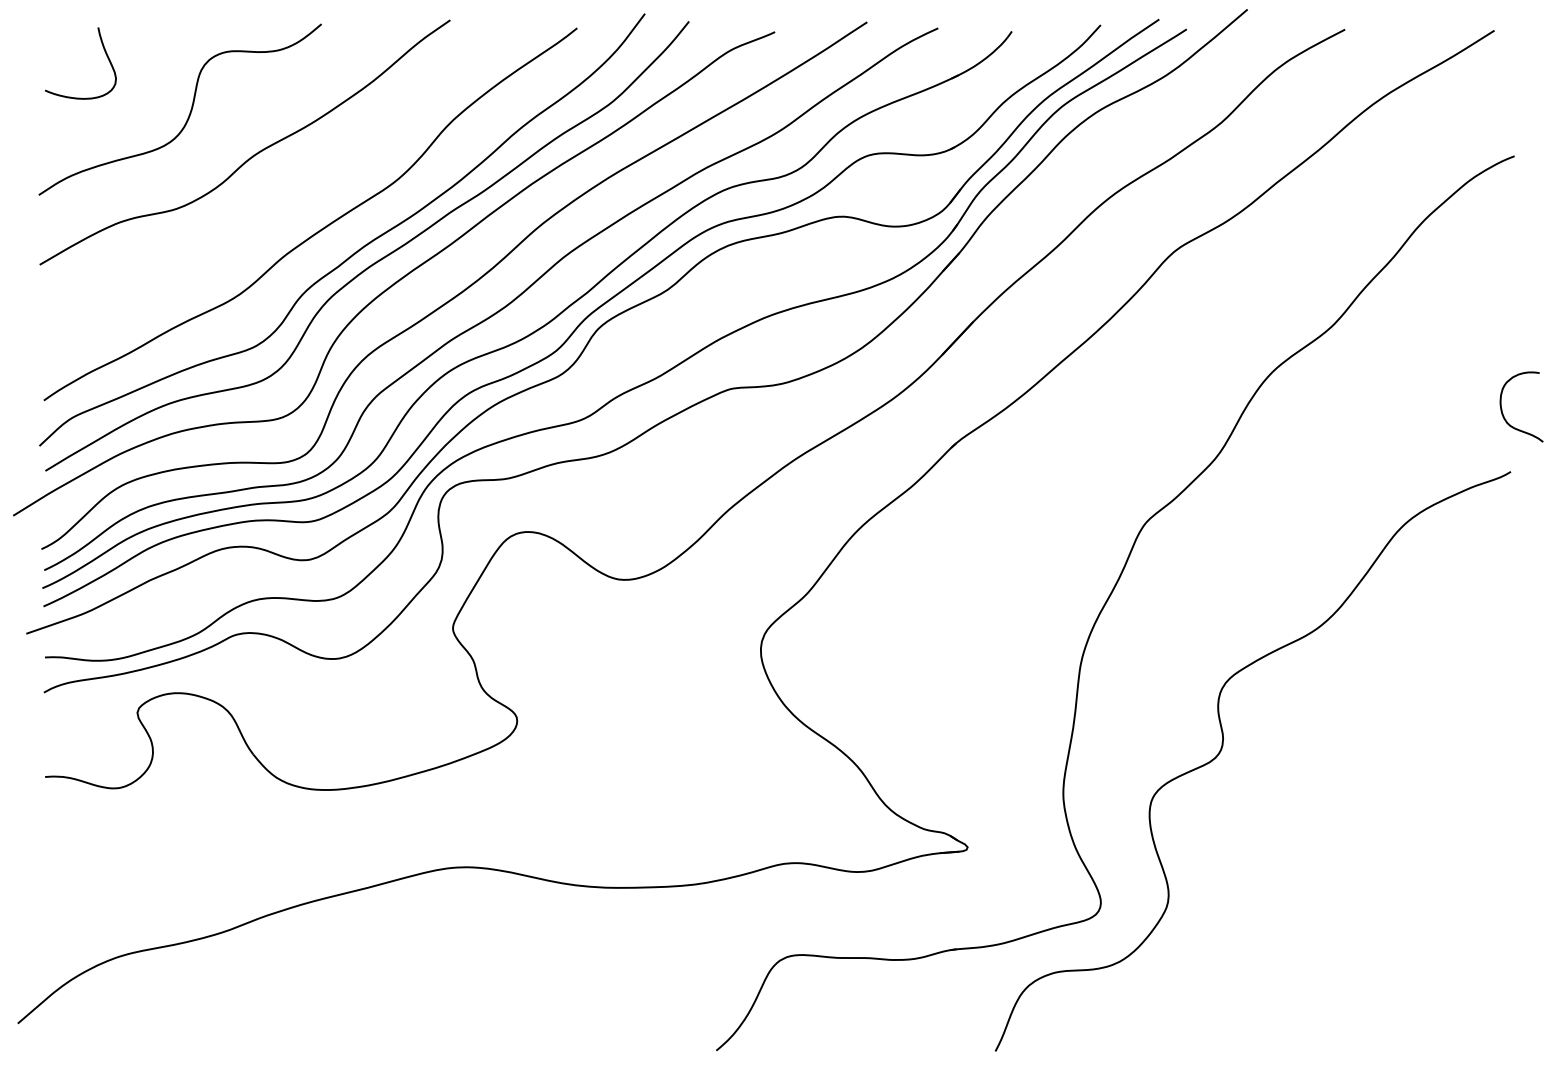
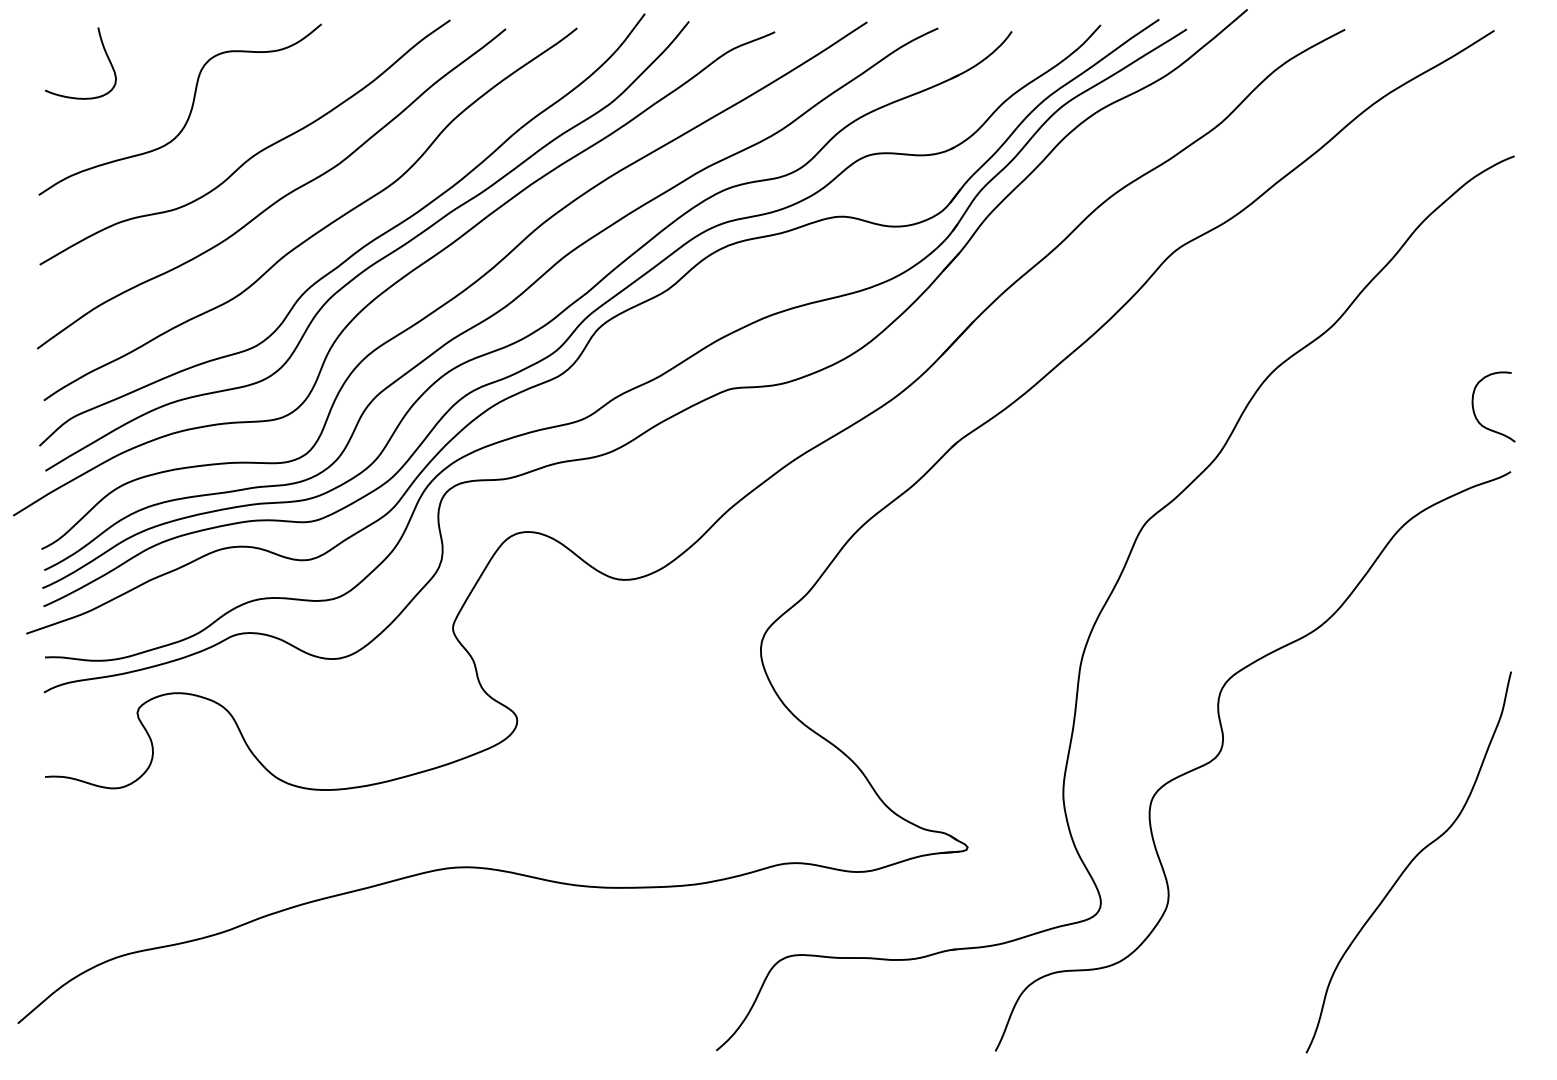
curve at (279, 198): none -> present
curve at (1502, 408) position: (1502, 408) -> (1474, 408)
curve at (1409, 862): none -> present
